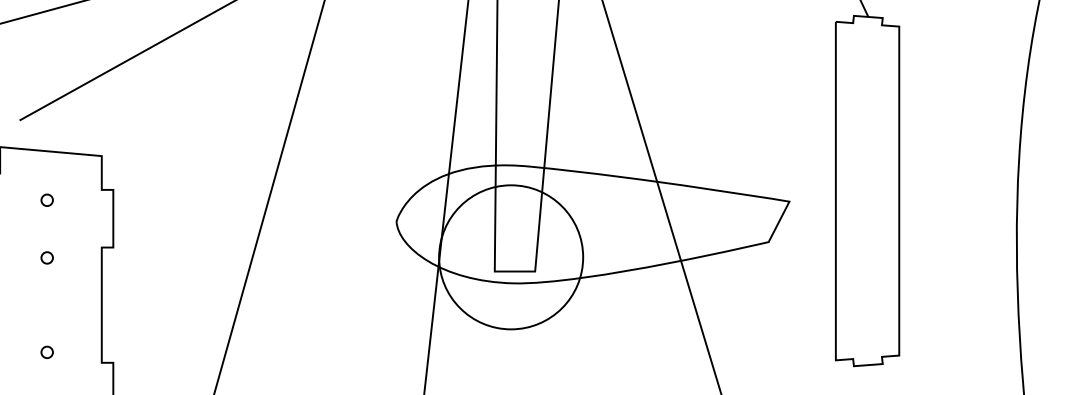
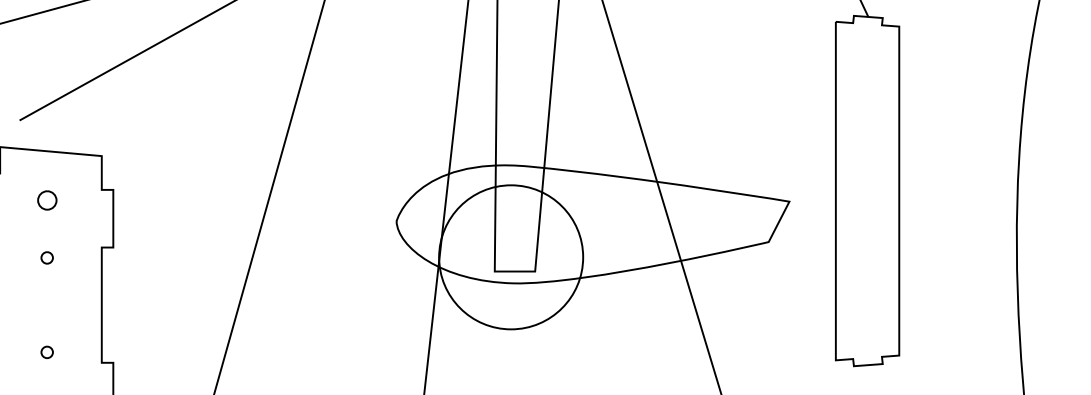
part at (46, 199) size: 14x14 px -> 21x21 px
